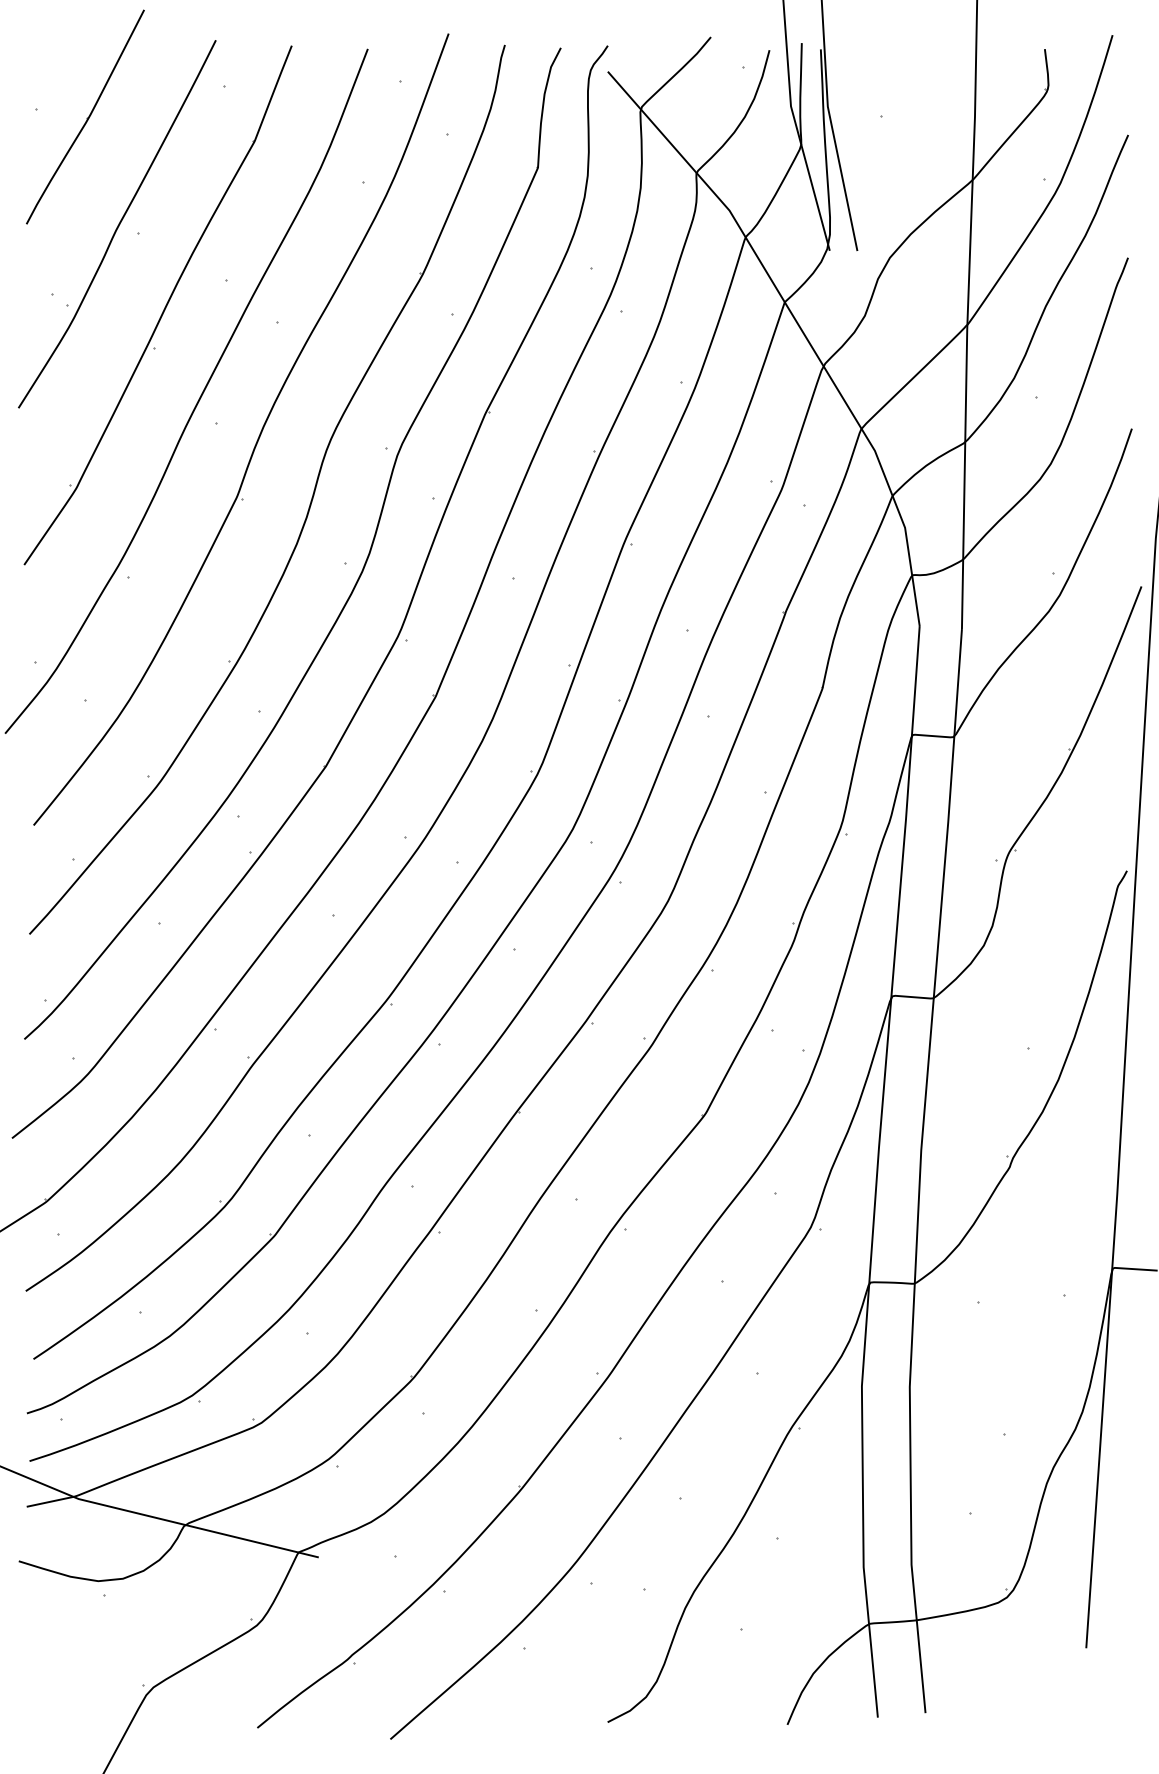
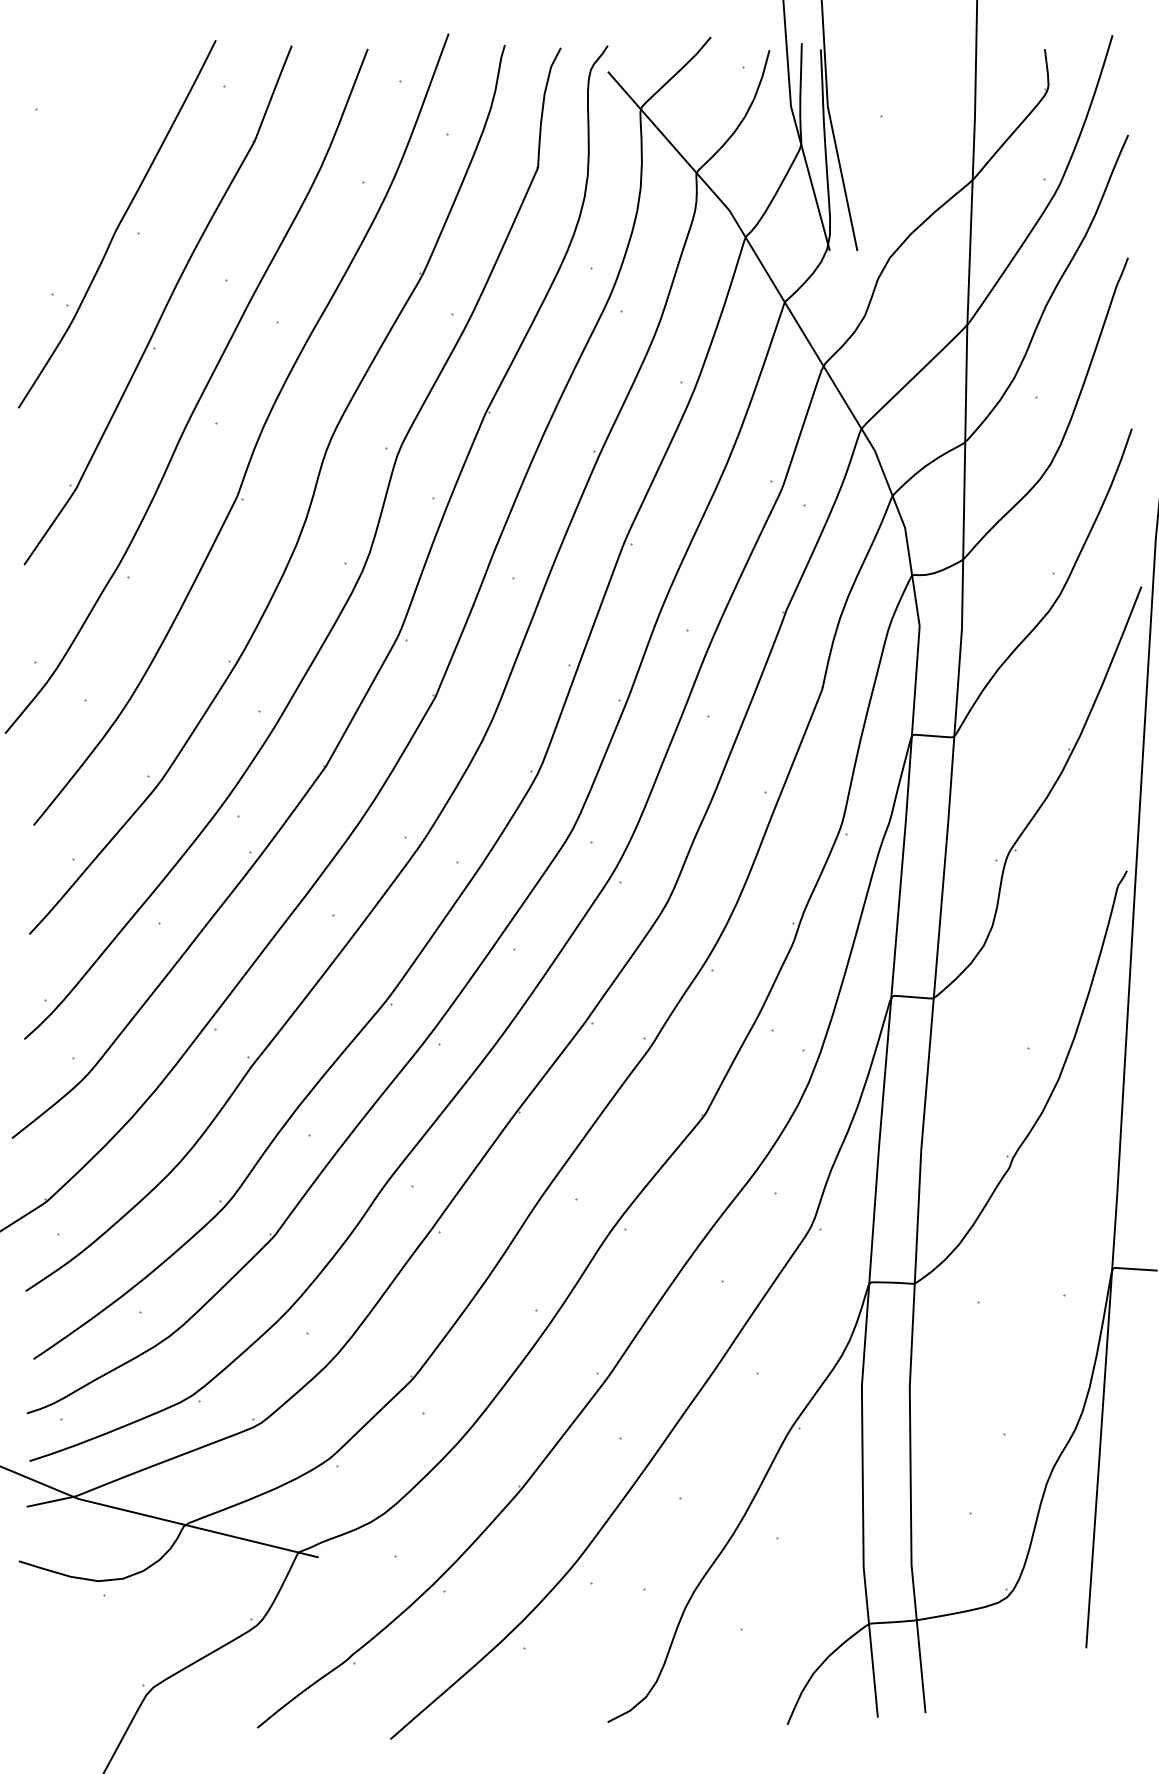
part at (85, 116): present -> none
